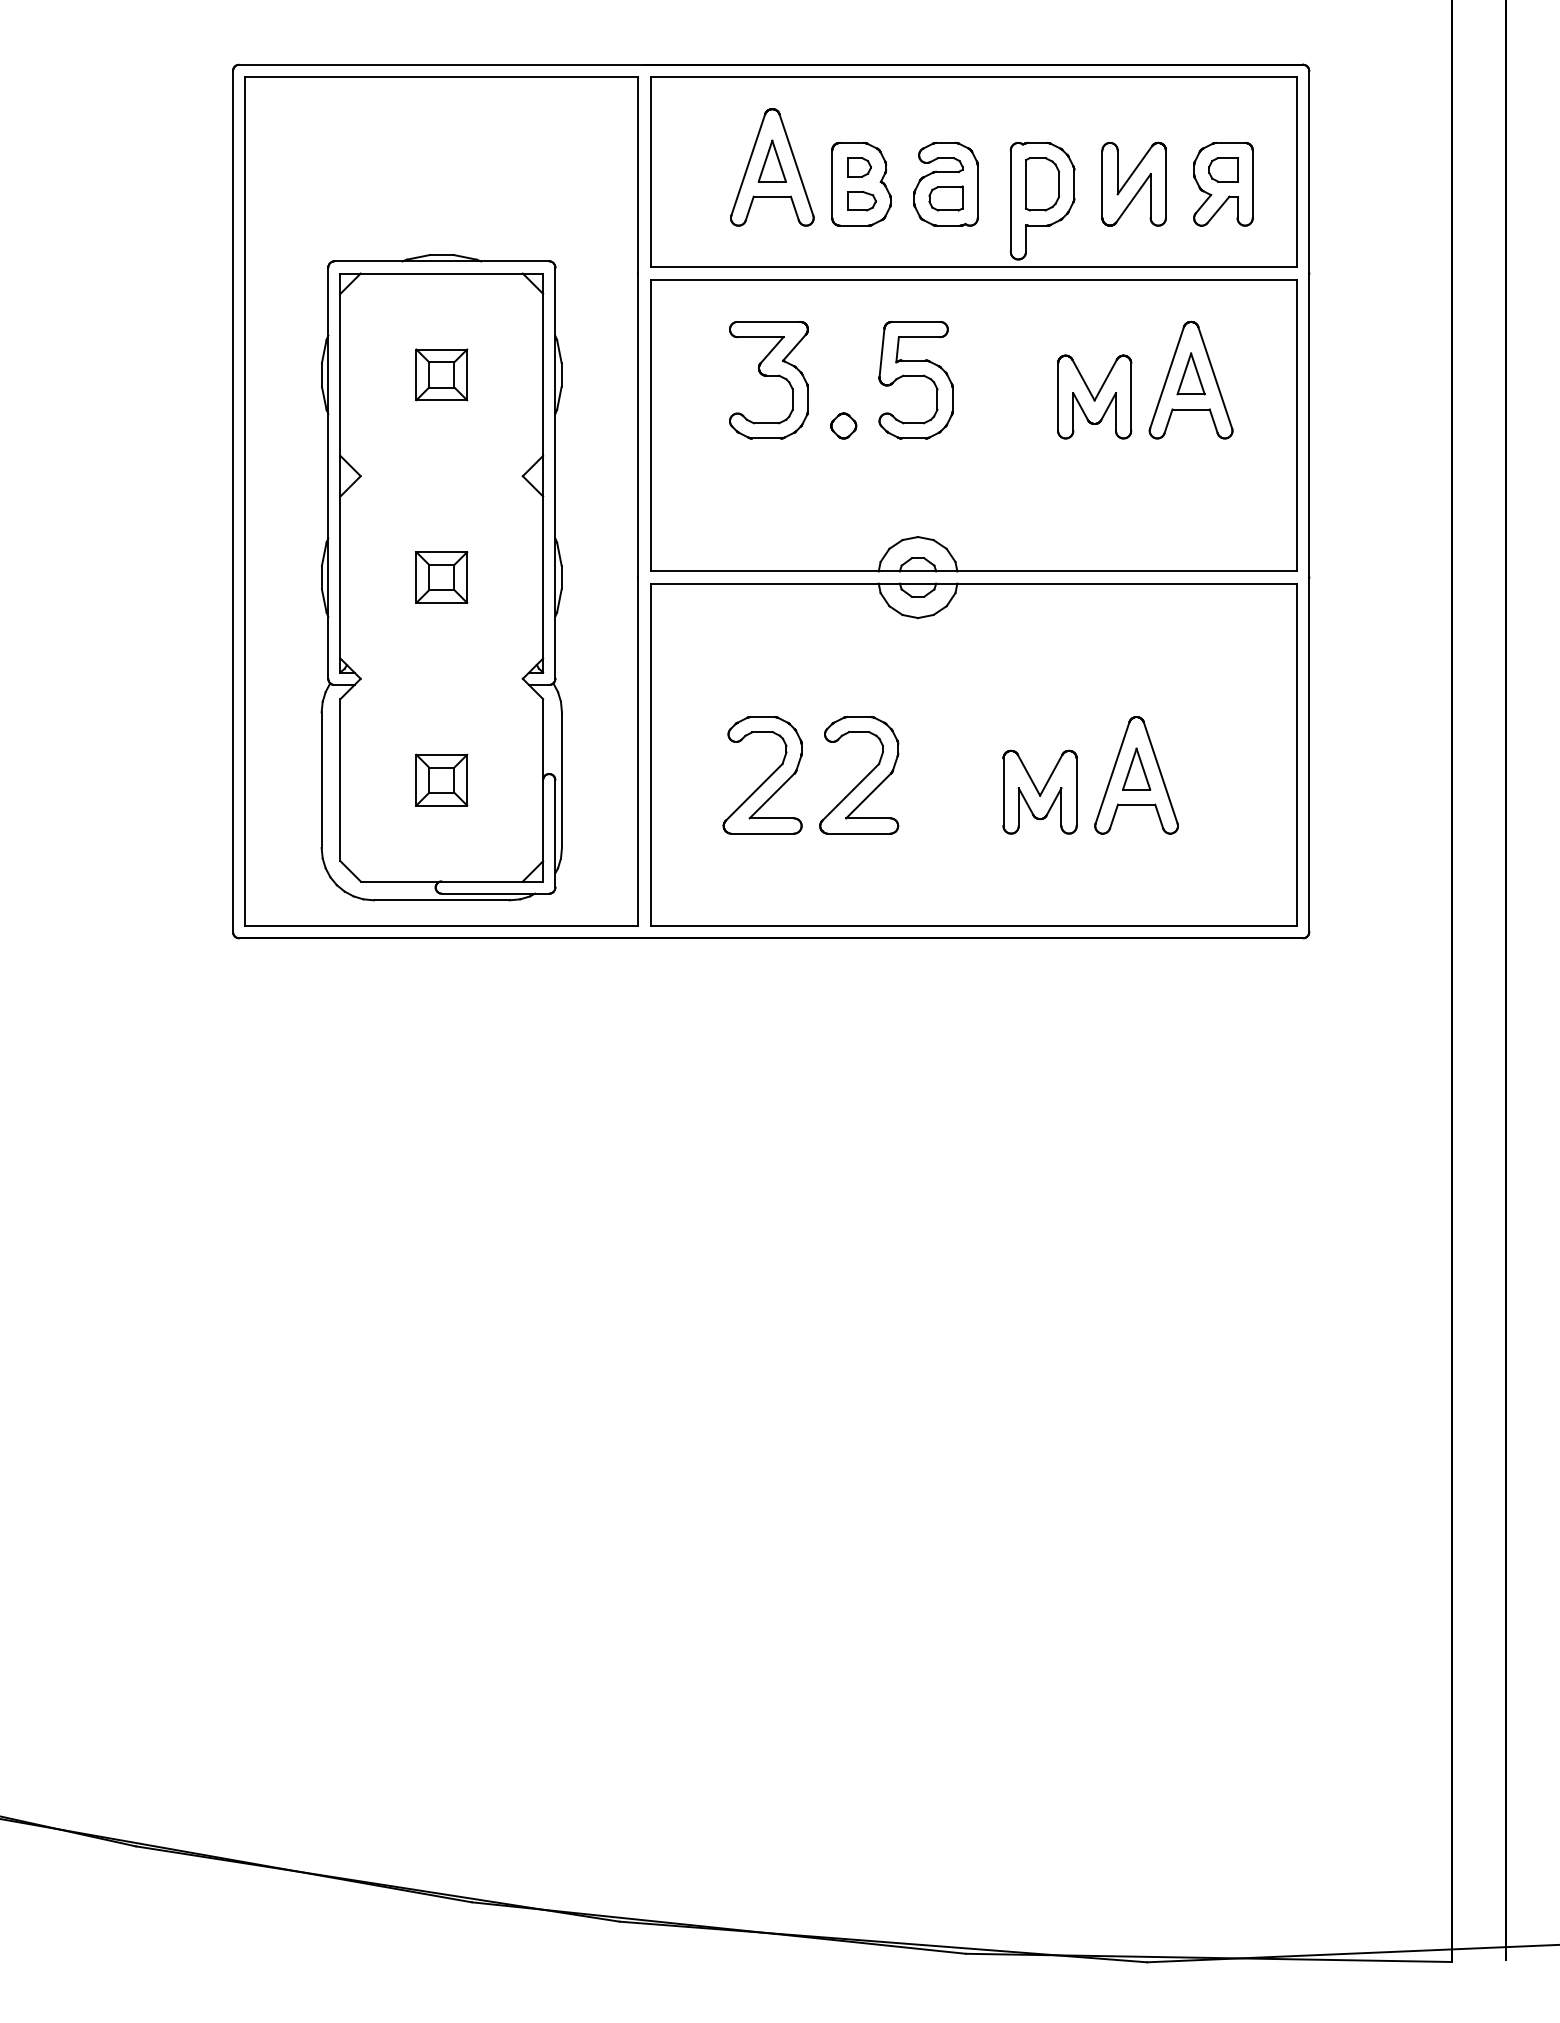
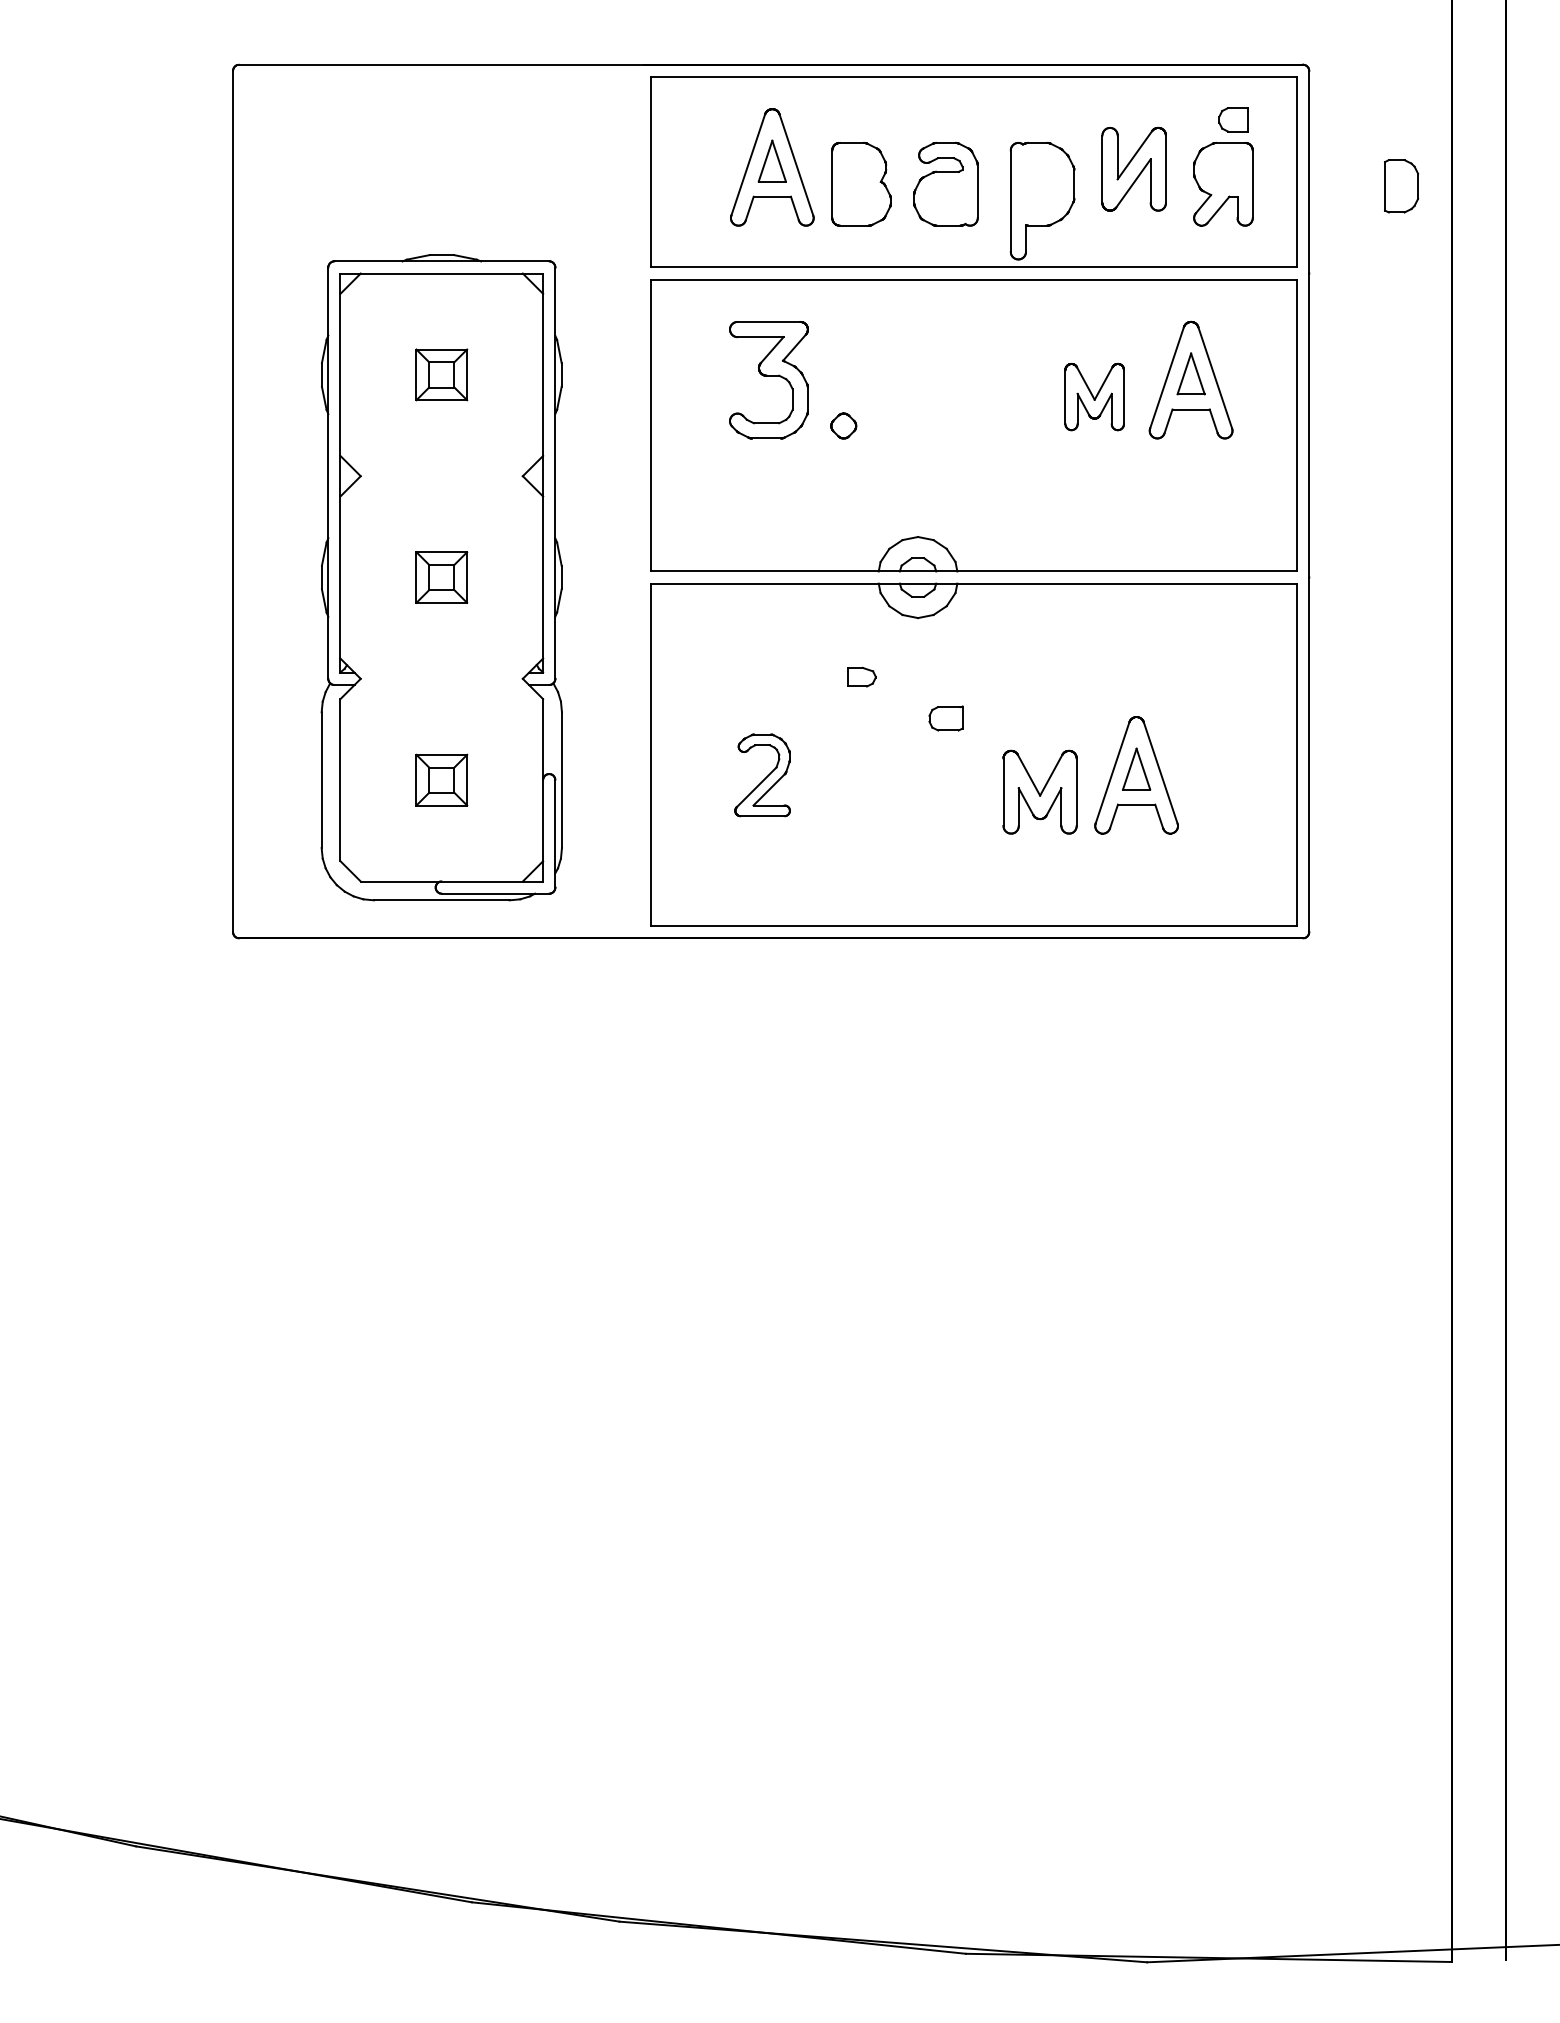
part at (859, 167): present -> none
part at (1223, 169) position: (1223, 169) -> (1233, 119)
part at (1133, 183) position: (1133, 183) -> (1133, 168)
part at (1042, 184) position: (1042, 184) -> (1401, 186)
part at (945, 198) position: (945, 198) -> (945, 718)
part at (861, 200) position: (861, 200) -> (861, 676)
part at (915, 380): present -> none
part at (1094, 396) size: 76x86 px -> 61x69 px
part at (441, 501): present -> none
part at (762, 775) size: 81x119 px -> 57x85 px
part at (859, 775): present -> none
